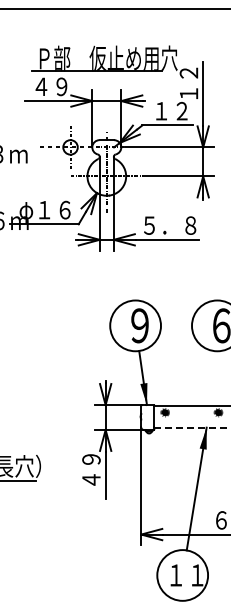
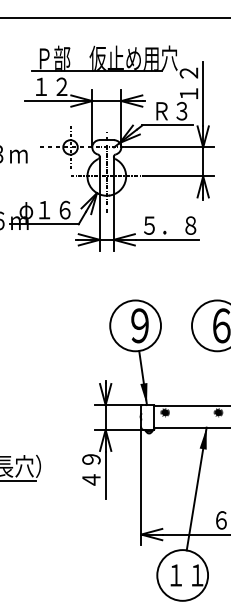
line at (114, 9) position: (114, 9) -> (114, 18)
text at (51, 86): ４９ -> １２
text at (171, 111): １２ -> Ｒ３
line at (192, 427): dashed -> solid
